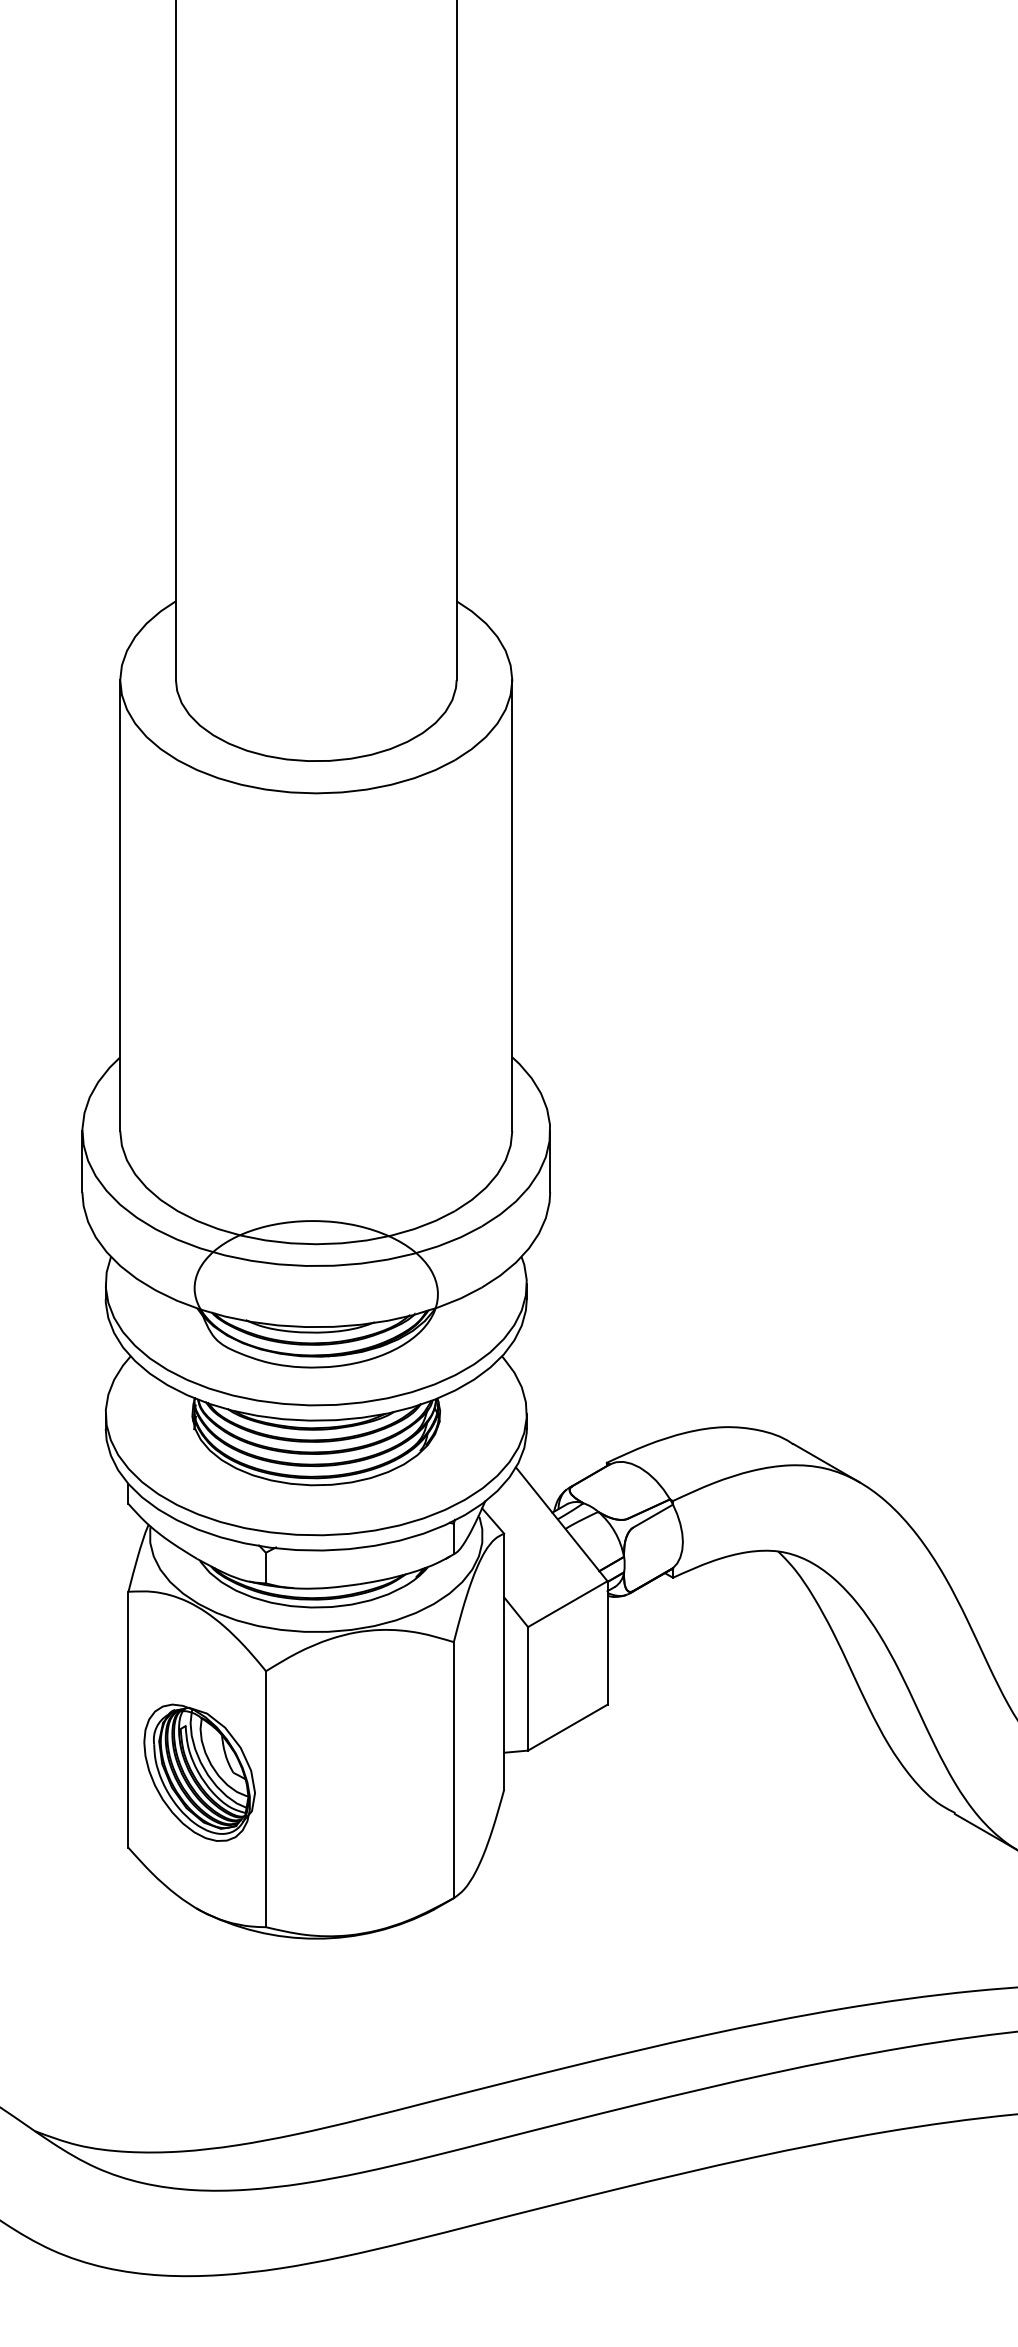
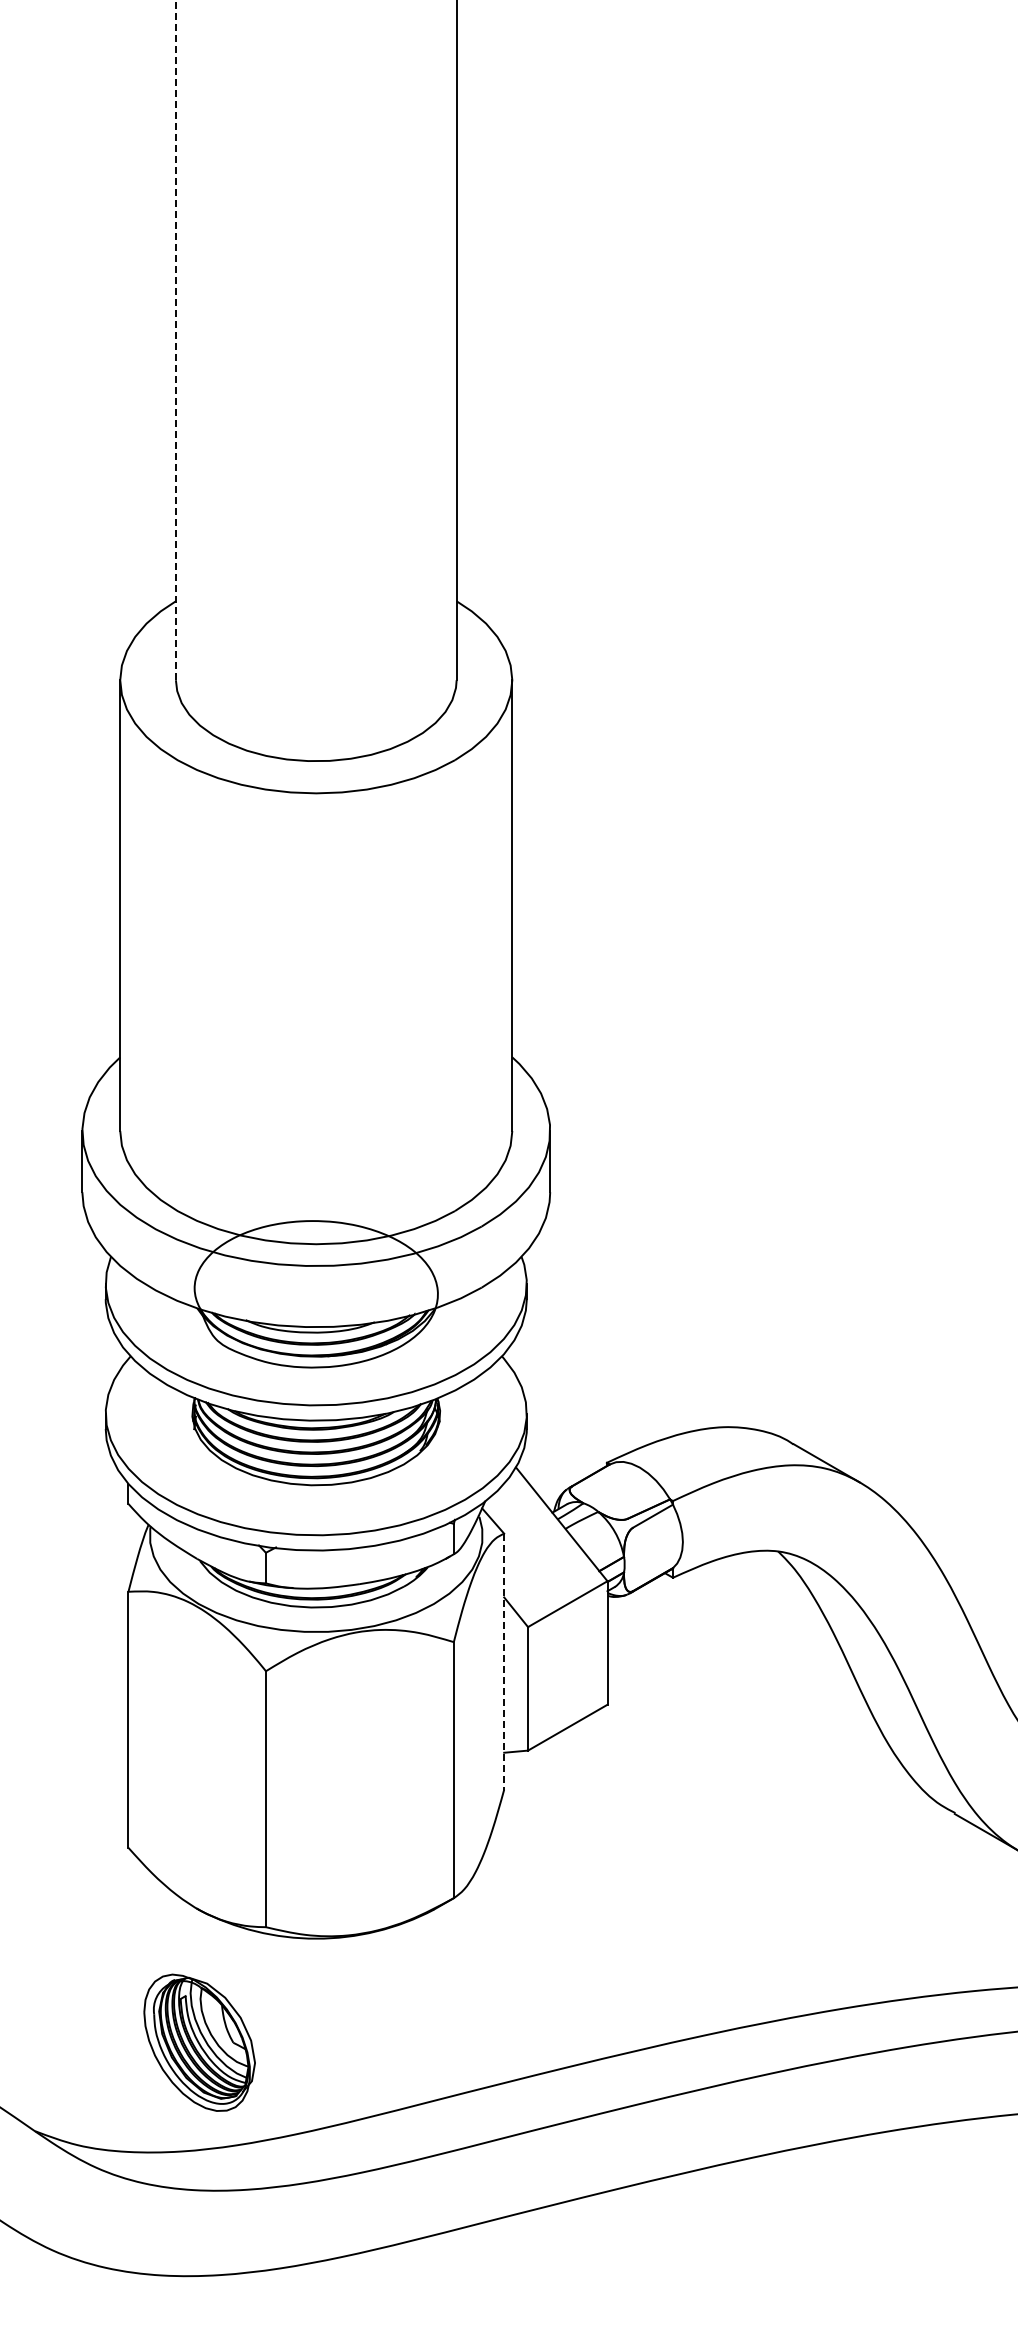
line at (175, 340): solid -> dashed
line at (504, 1662): solid -> dashed
part at (199, 1772) position: (199, 1772) -> (199, 2042)
